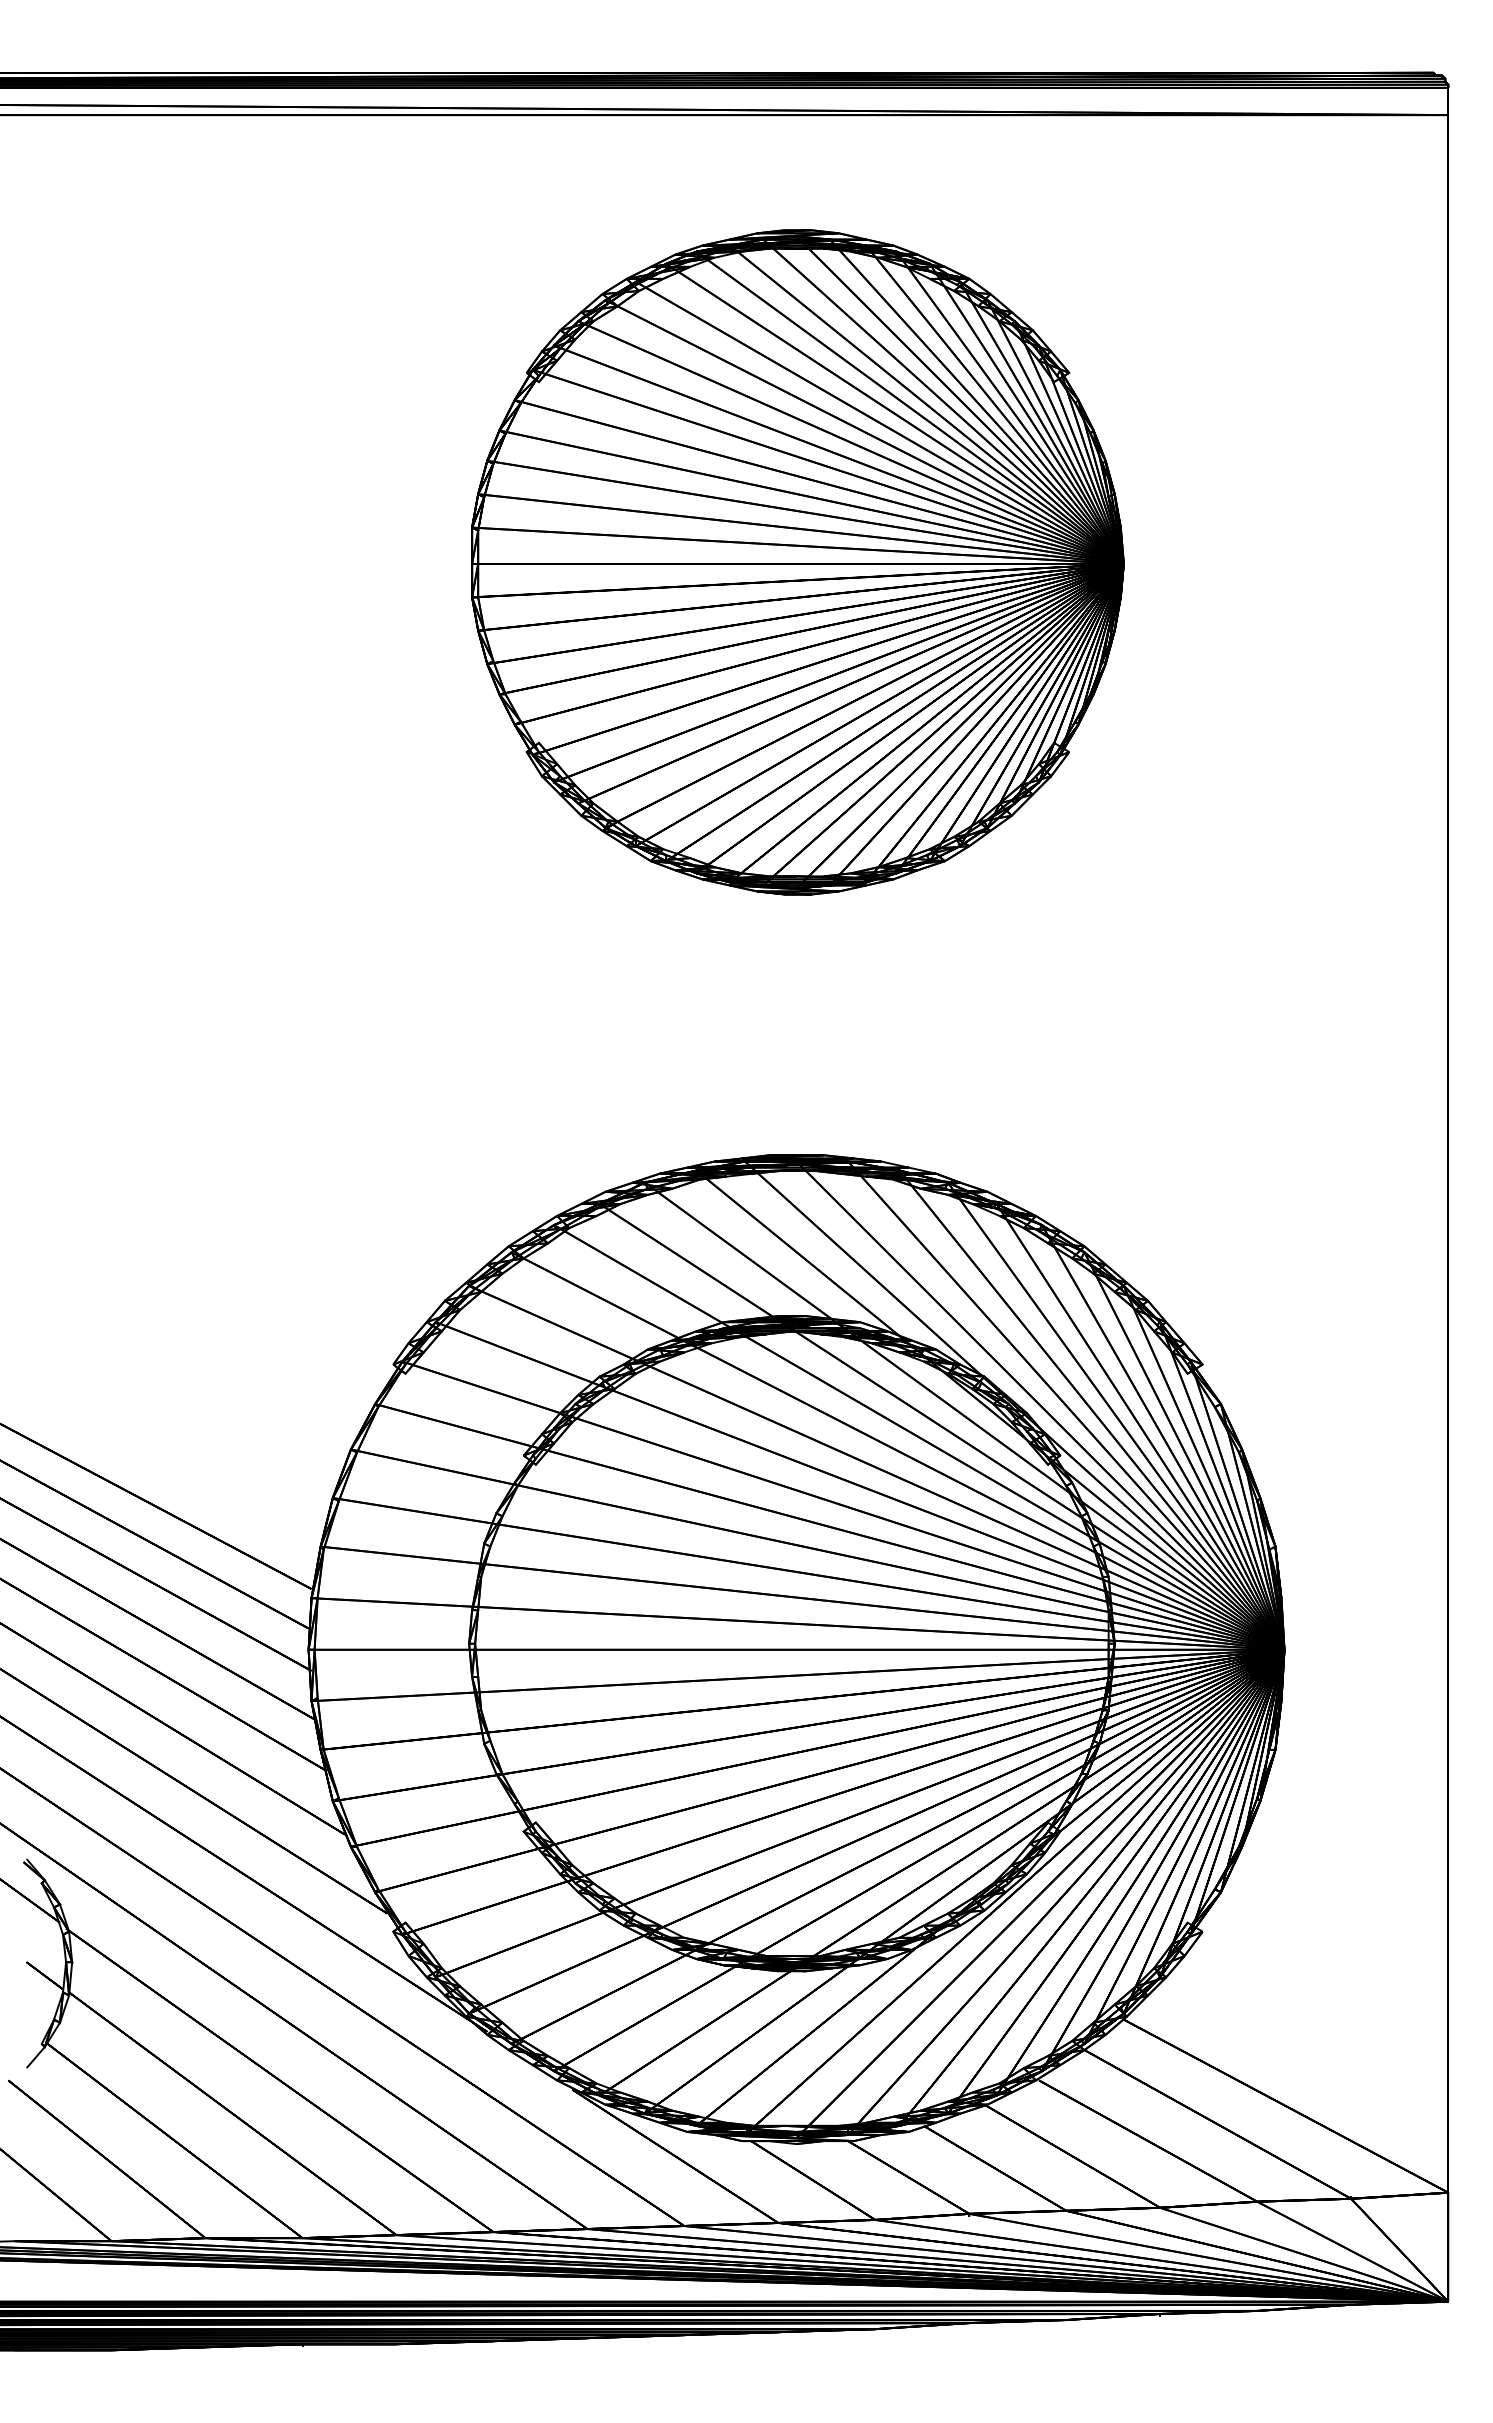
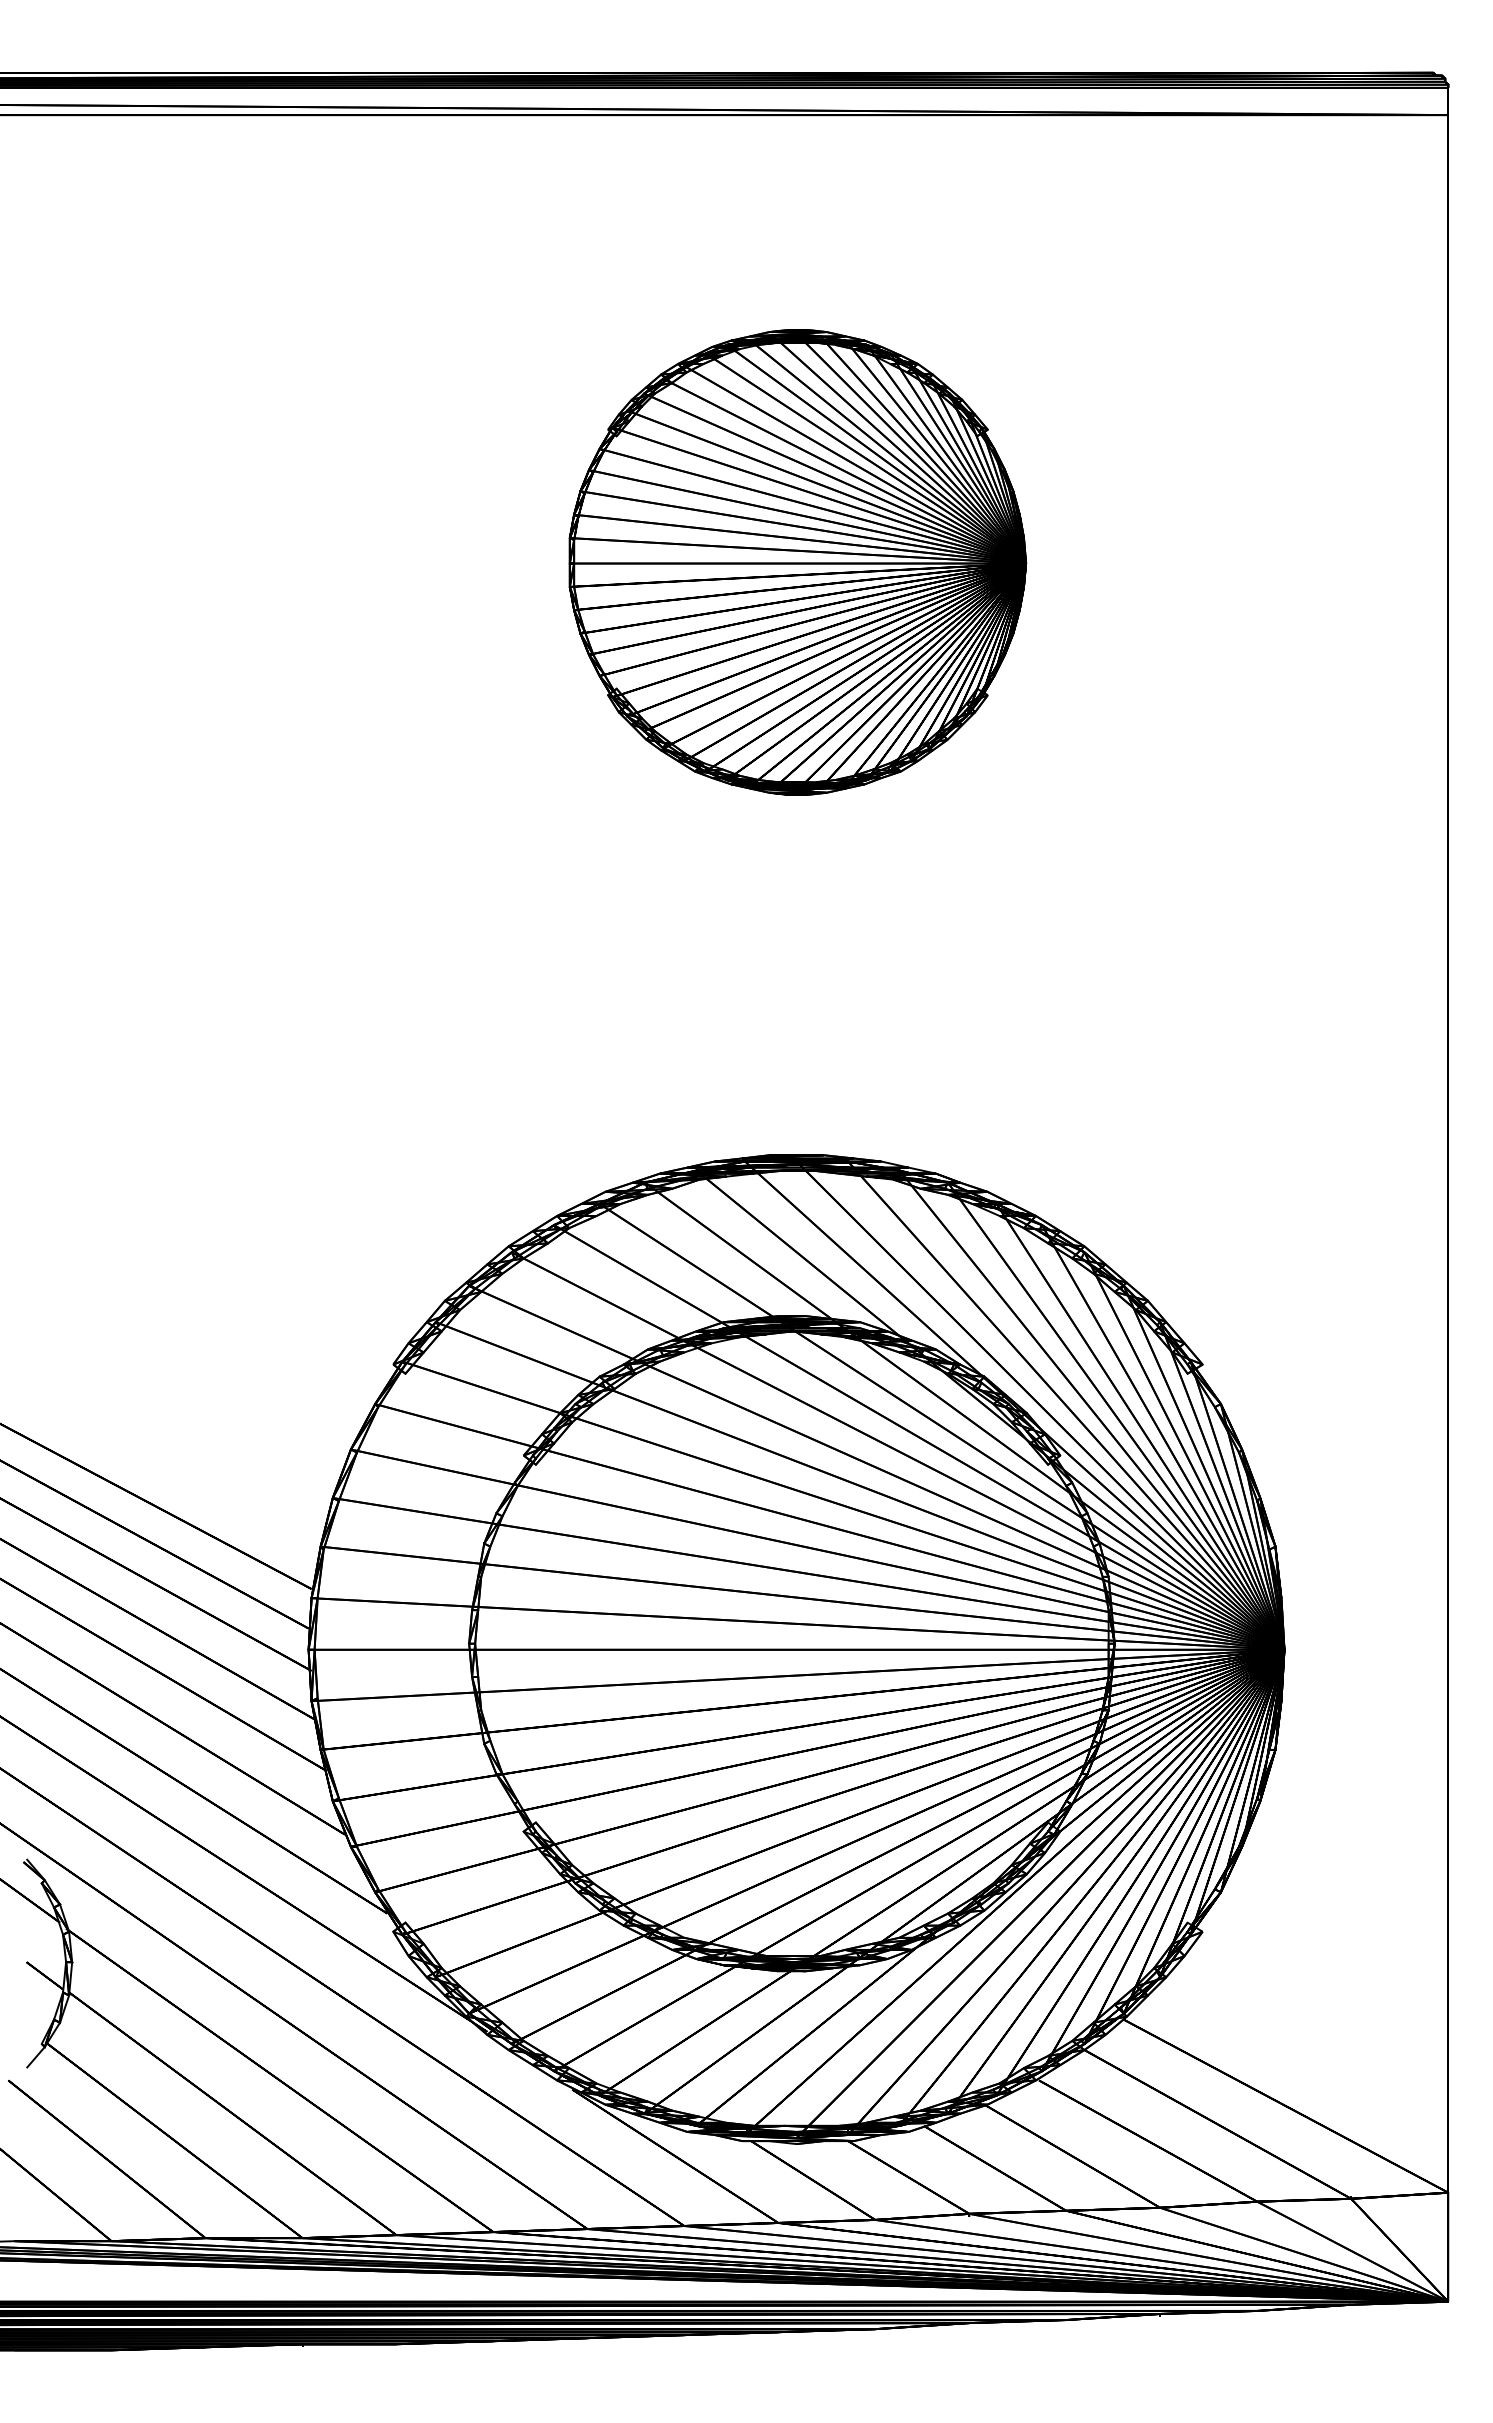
part at (797, 562) size: 654x667 px -> 460x467 px
